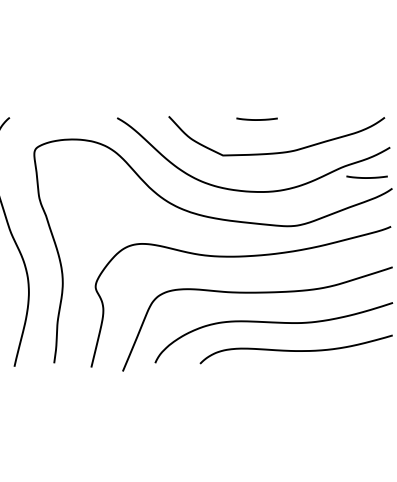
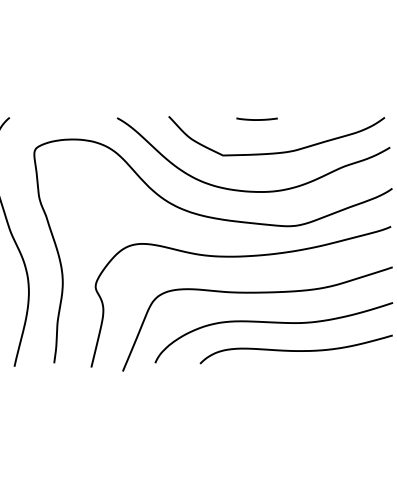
line at (366, 177): present -> none
